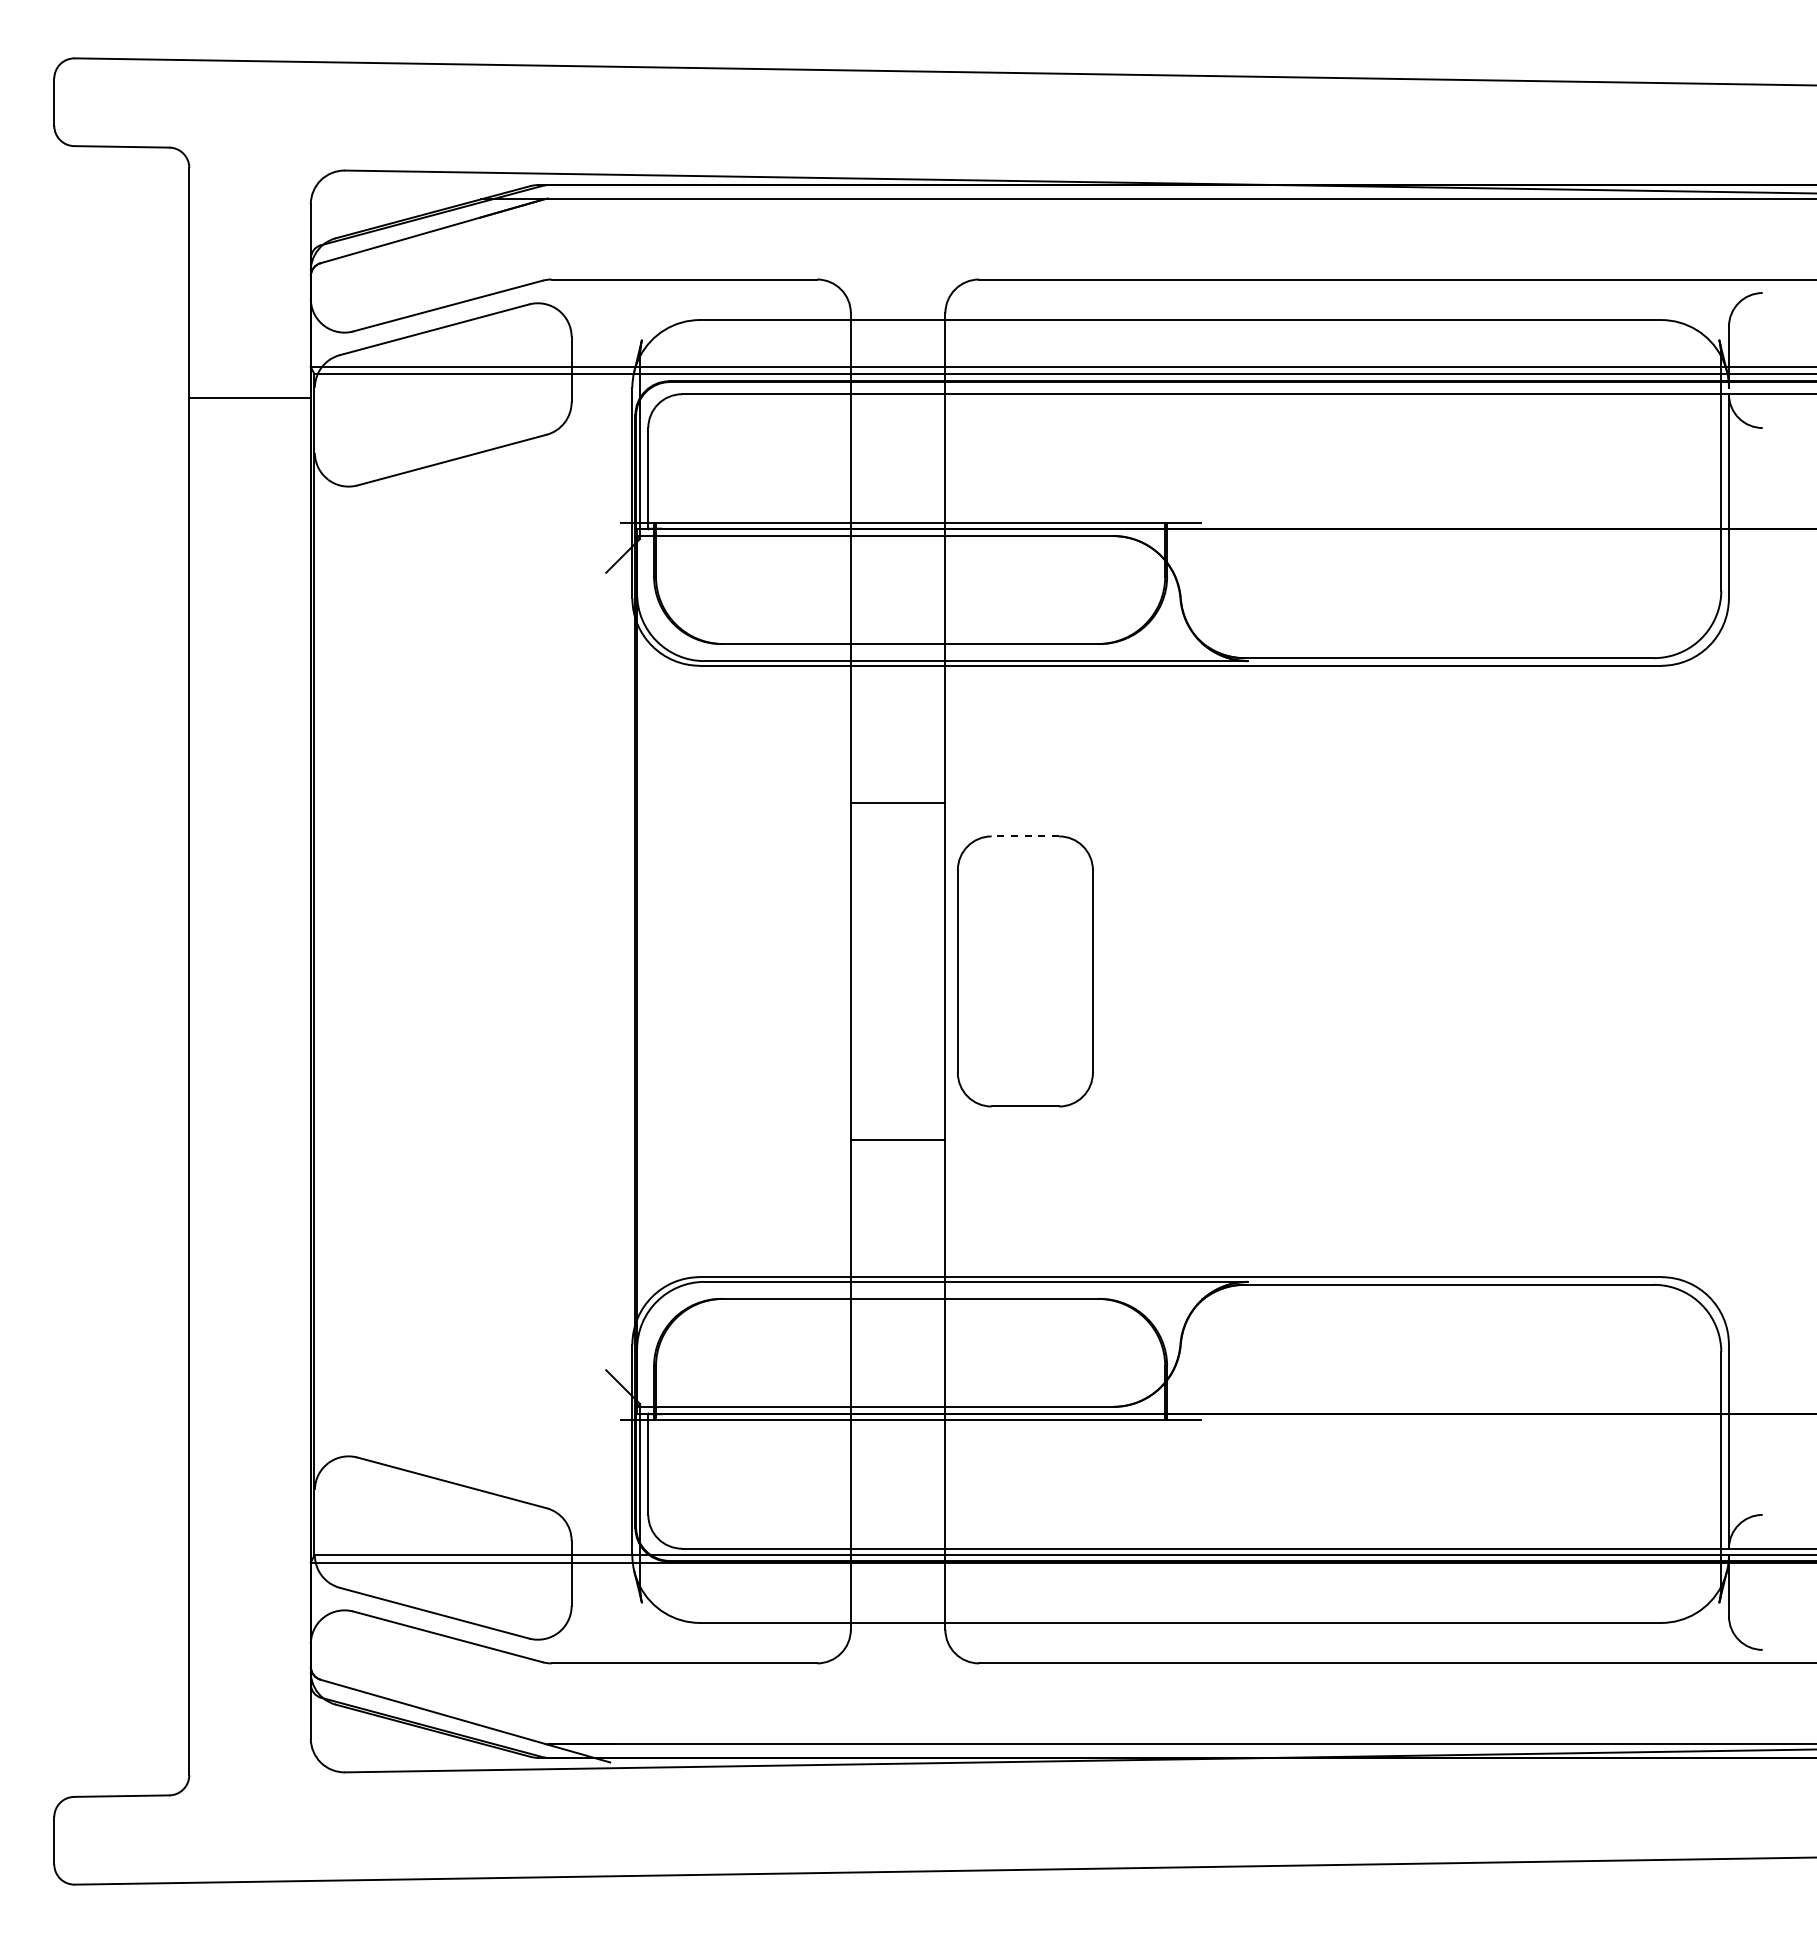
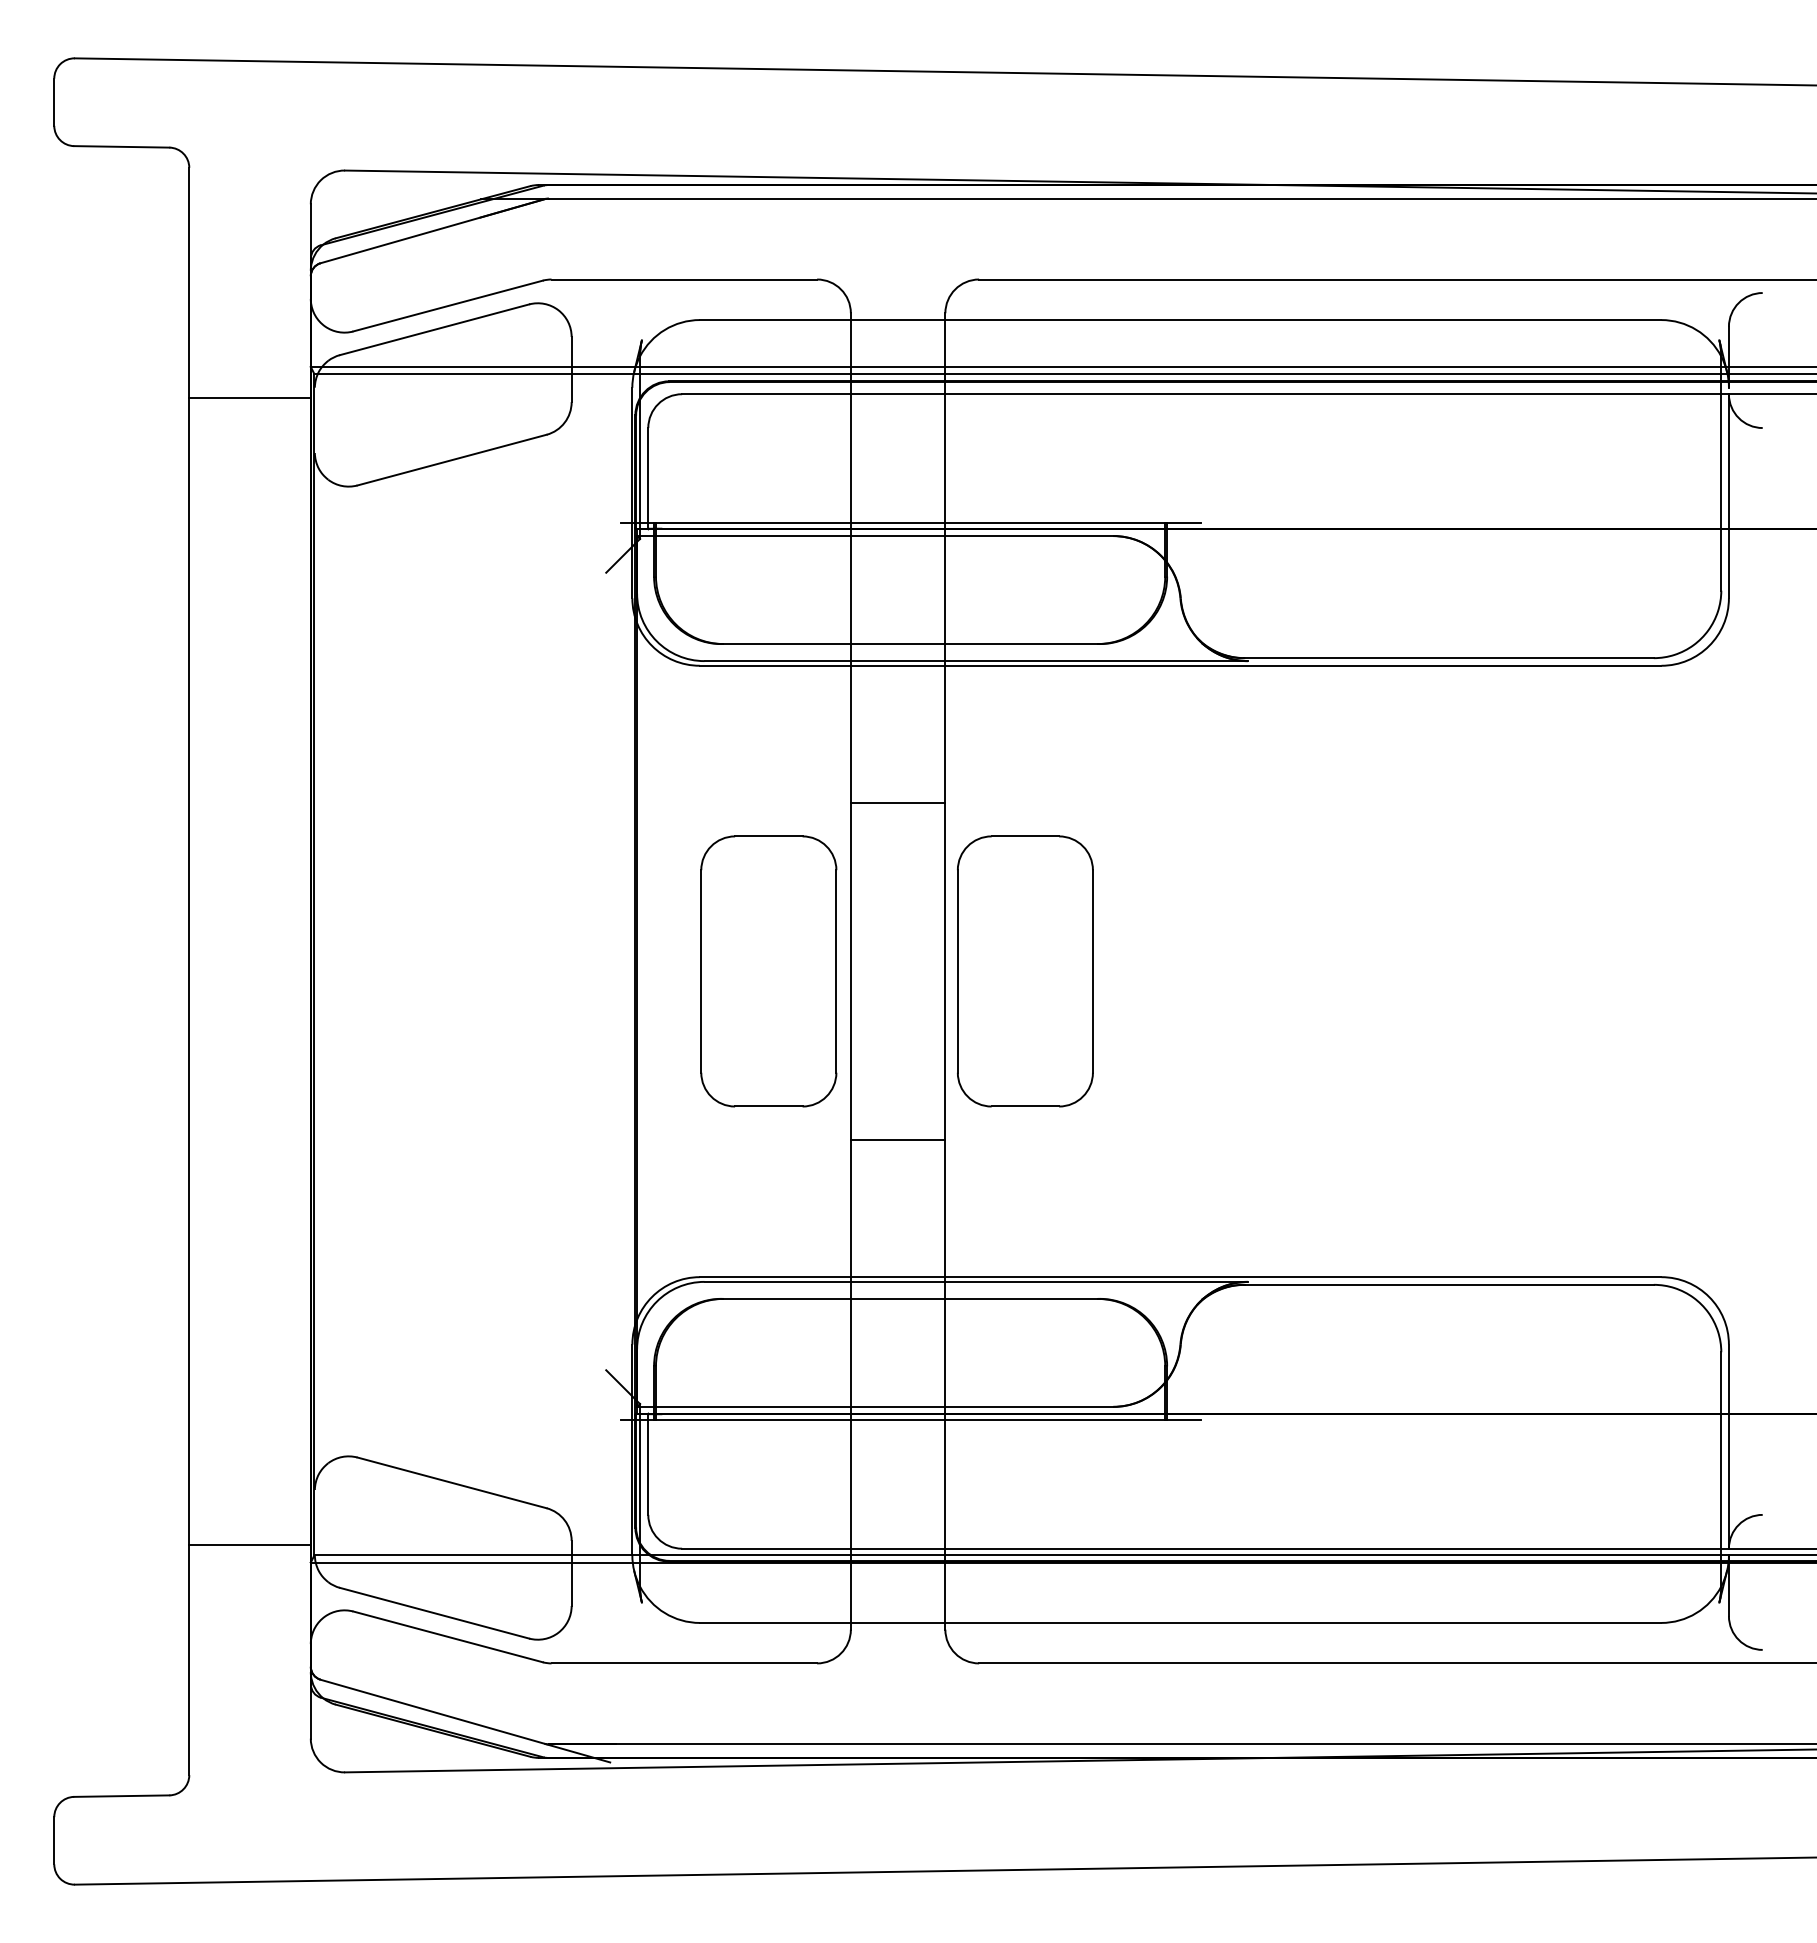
line at (1025, 836): dashed -> solid
part at (768, 971): none -> present
line at (249, 1545): none -> present
